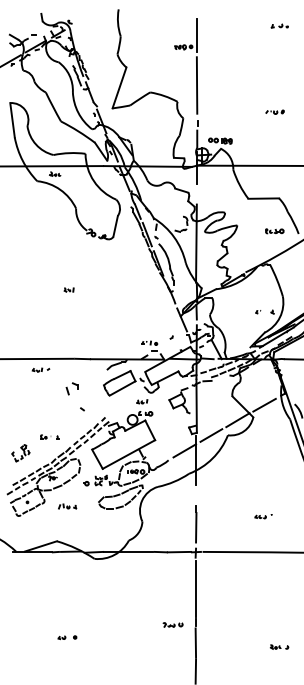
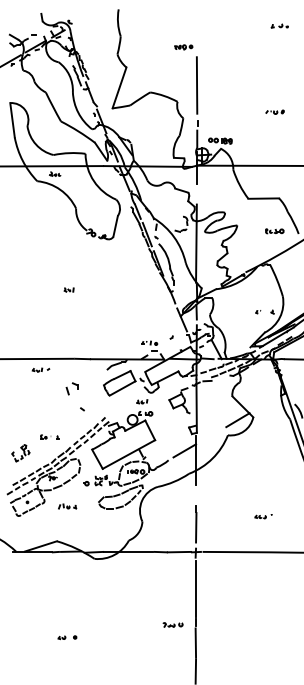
line at (197, 35): present -> none
line at (264, 404): present -> none
line at (211, 435): present -> none
part at (279, 646): present -> none
